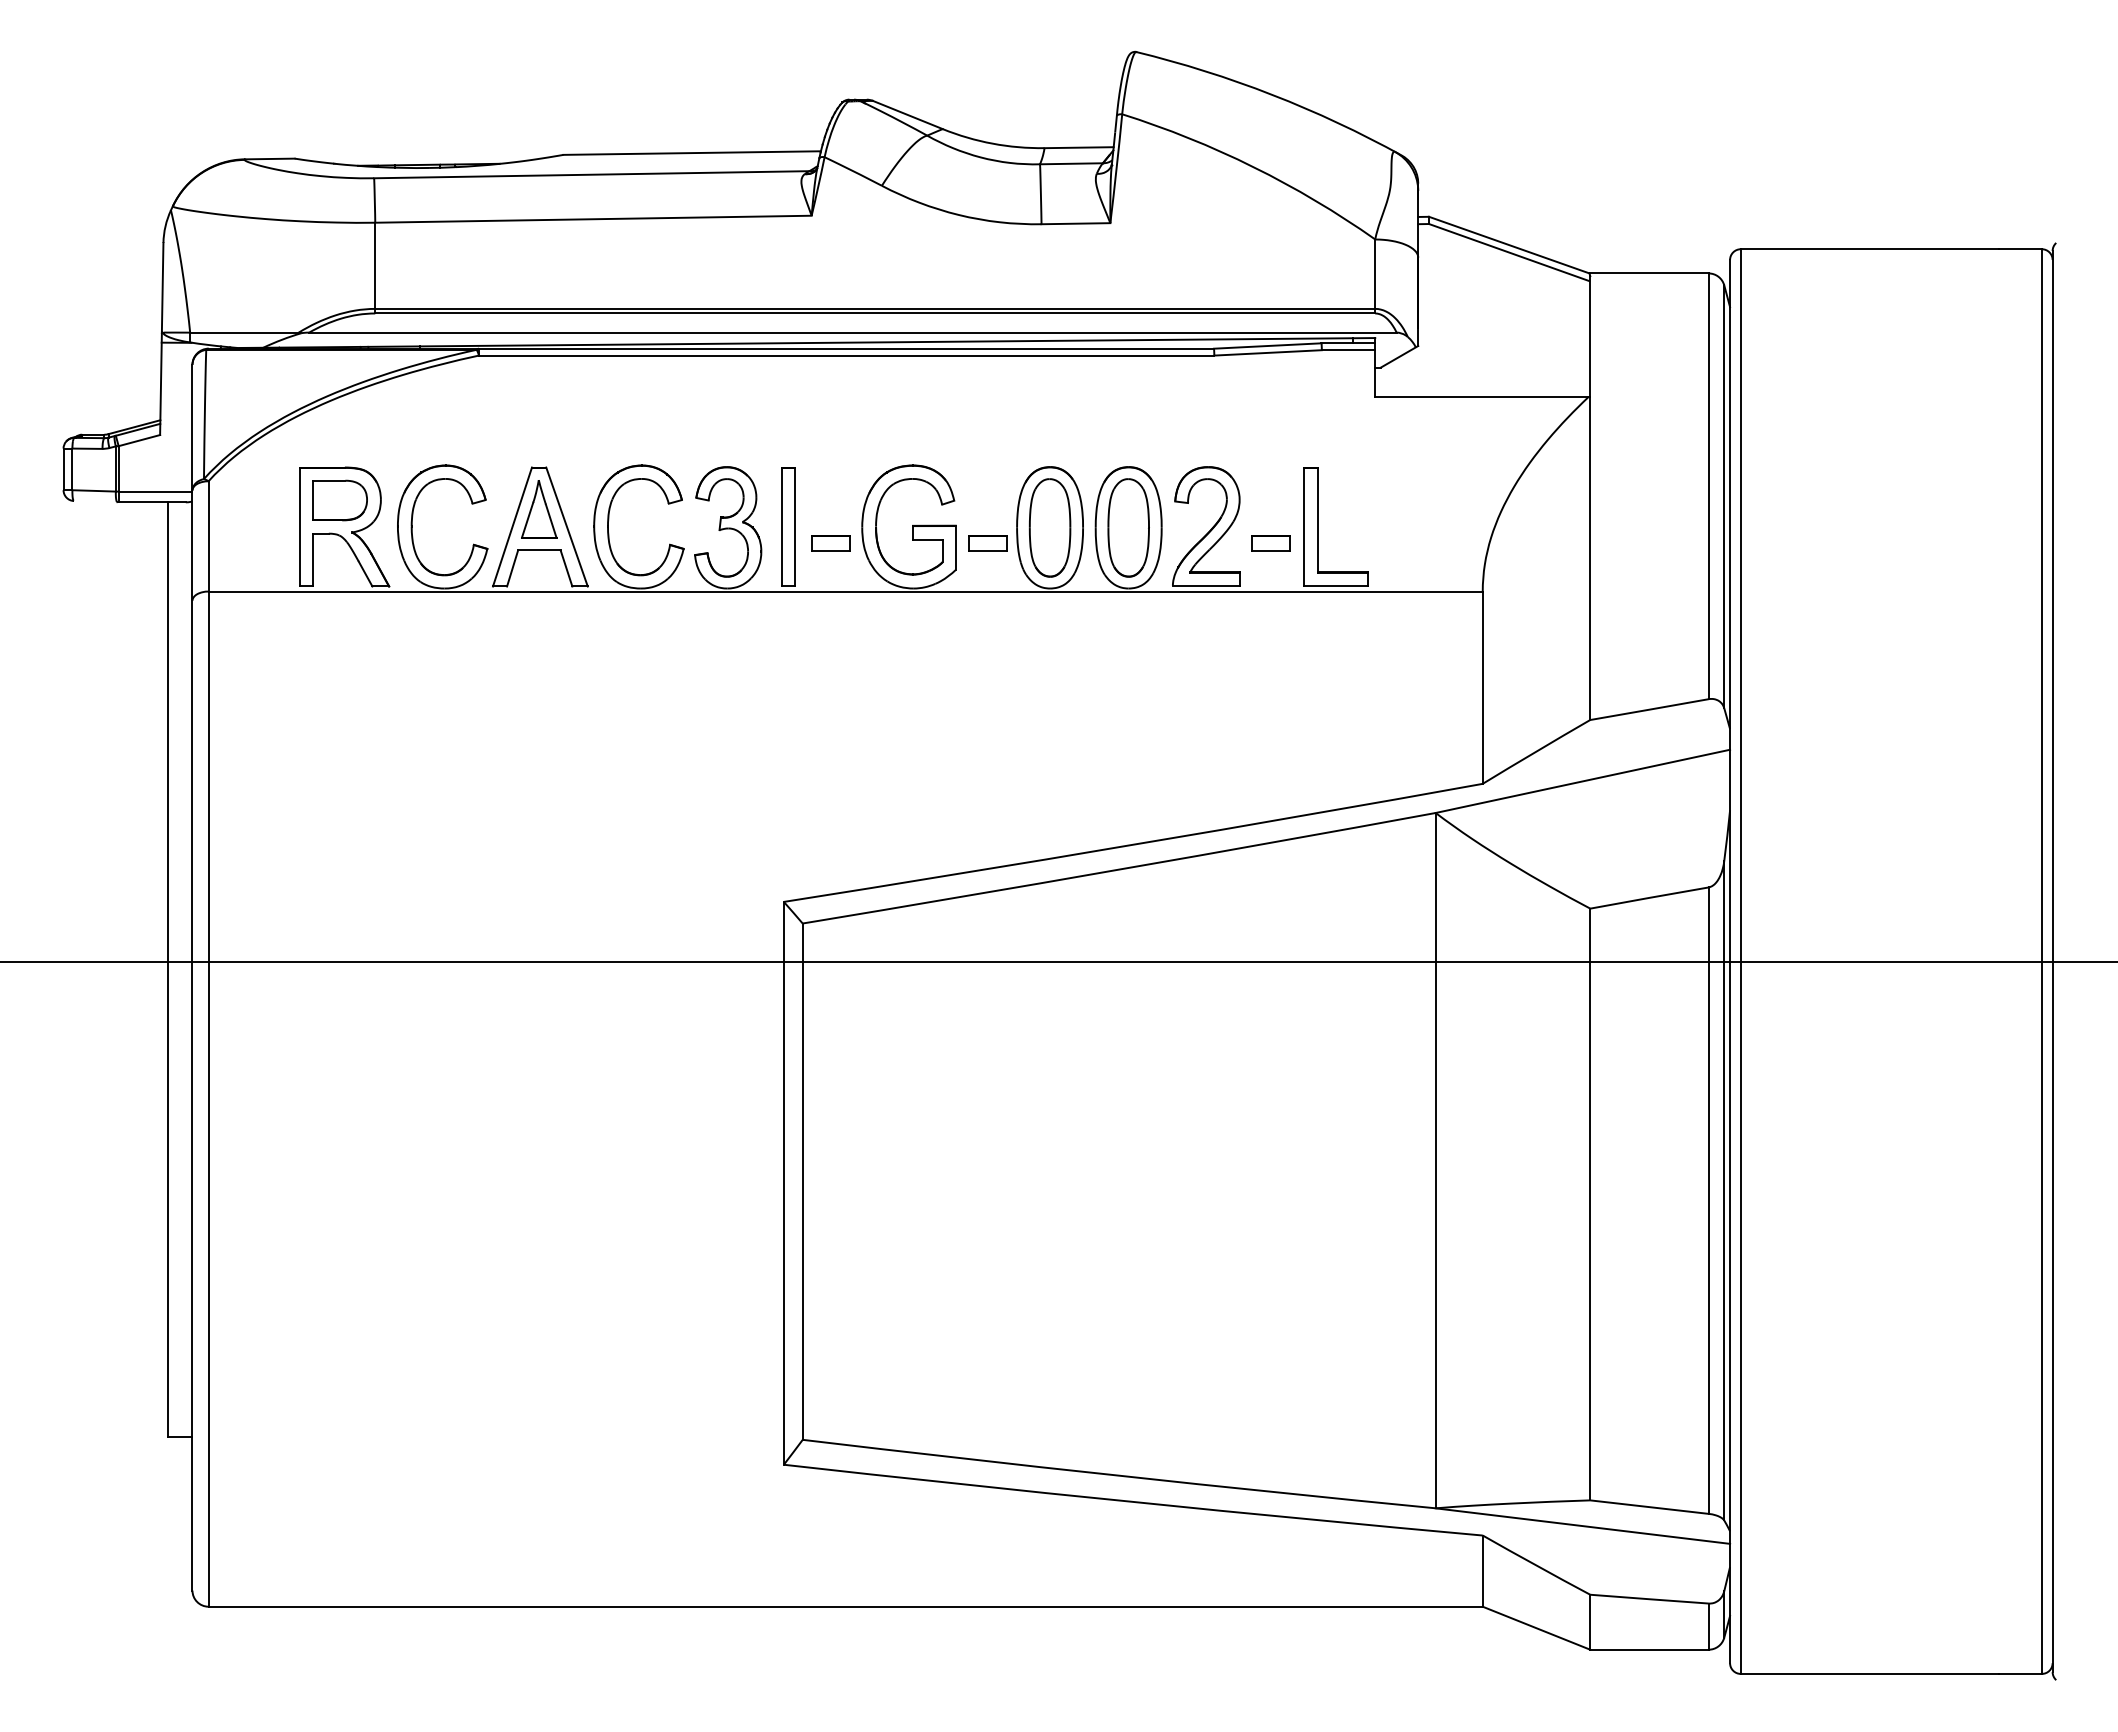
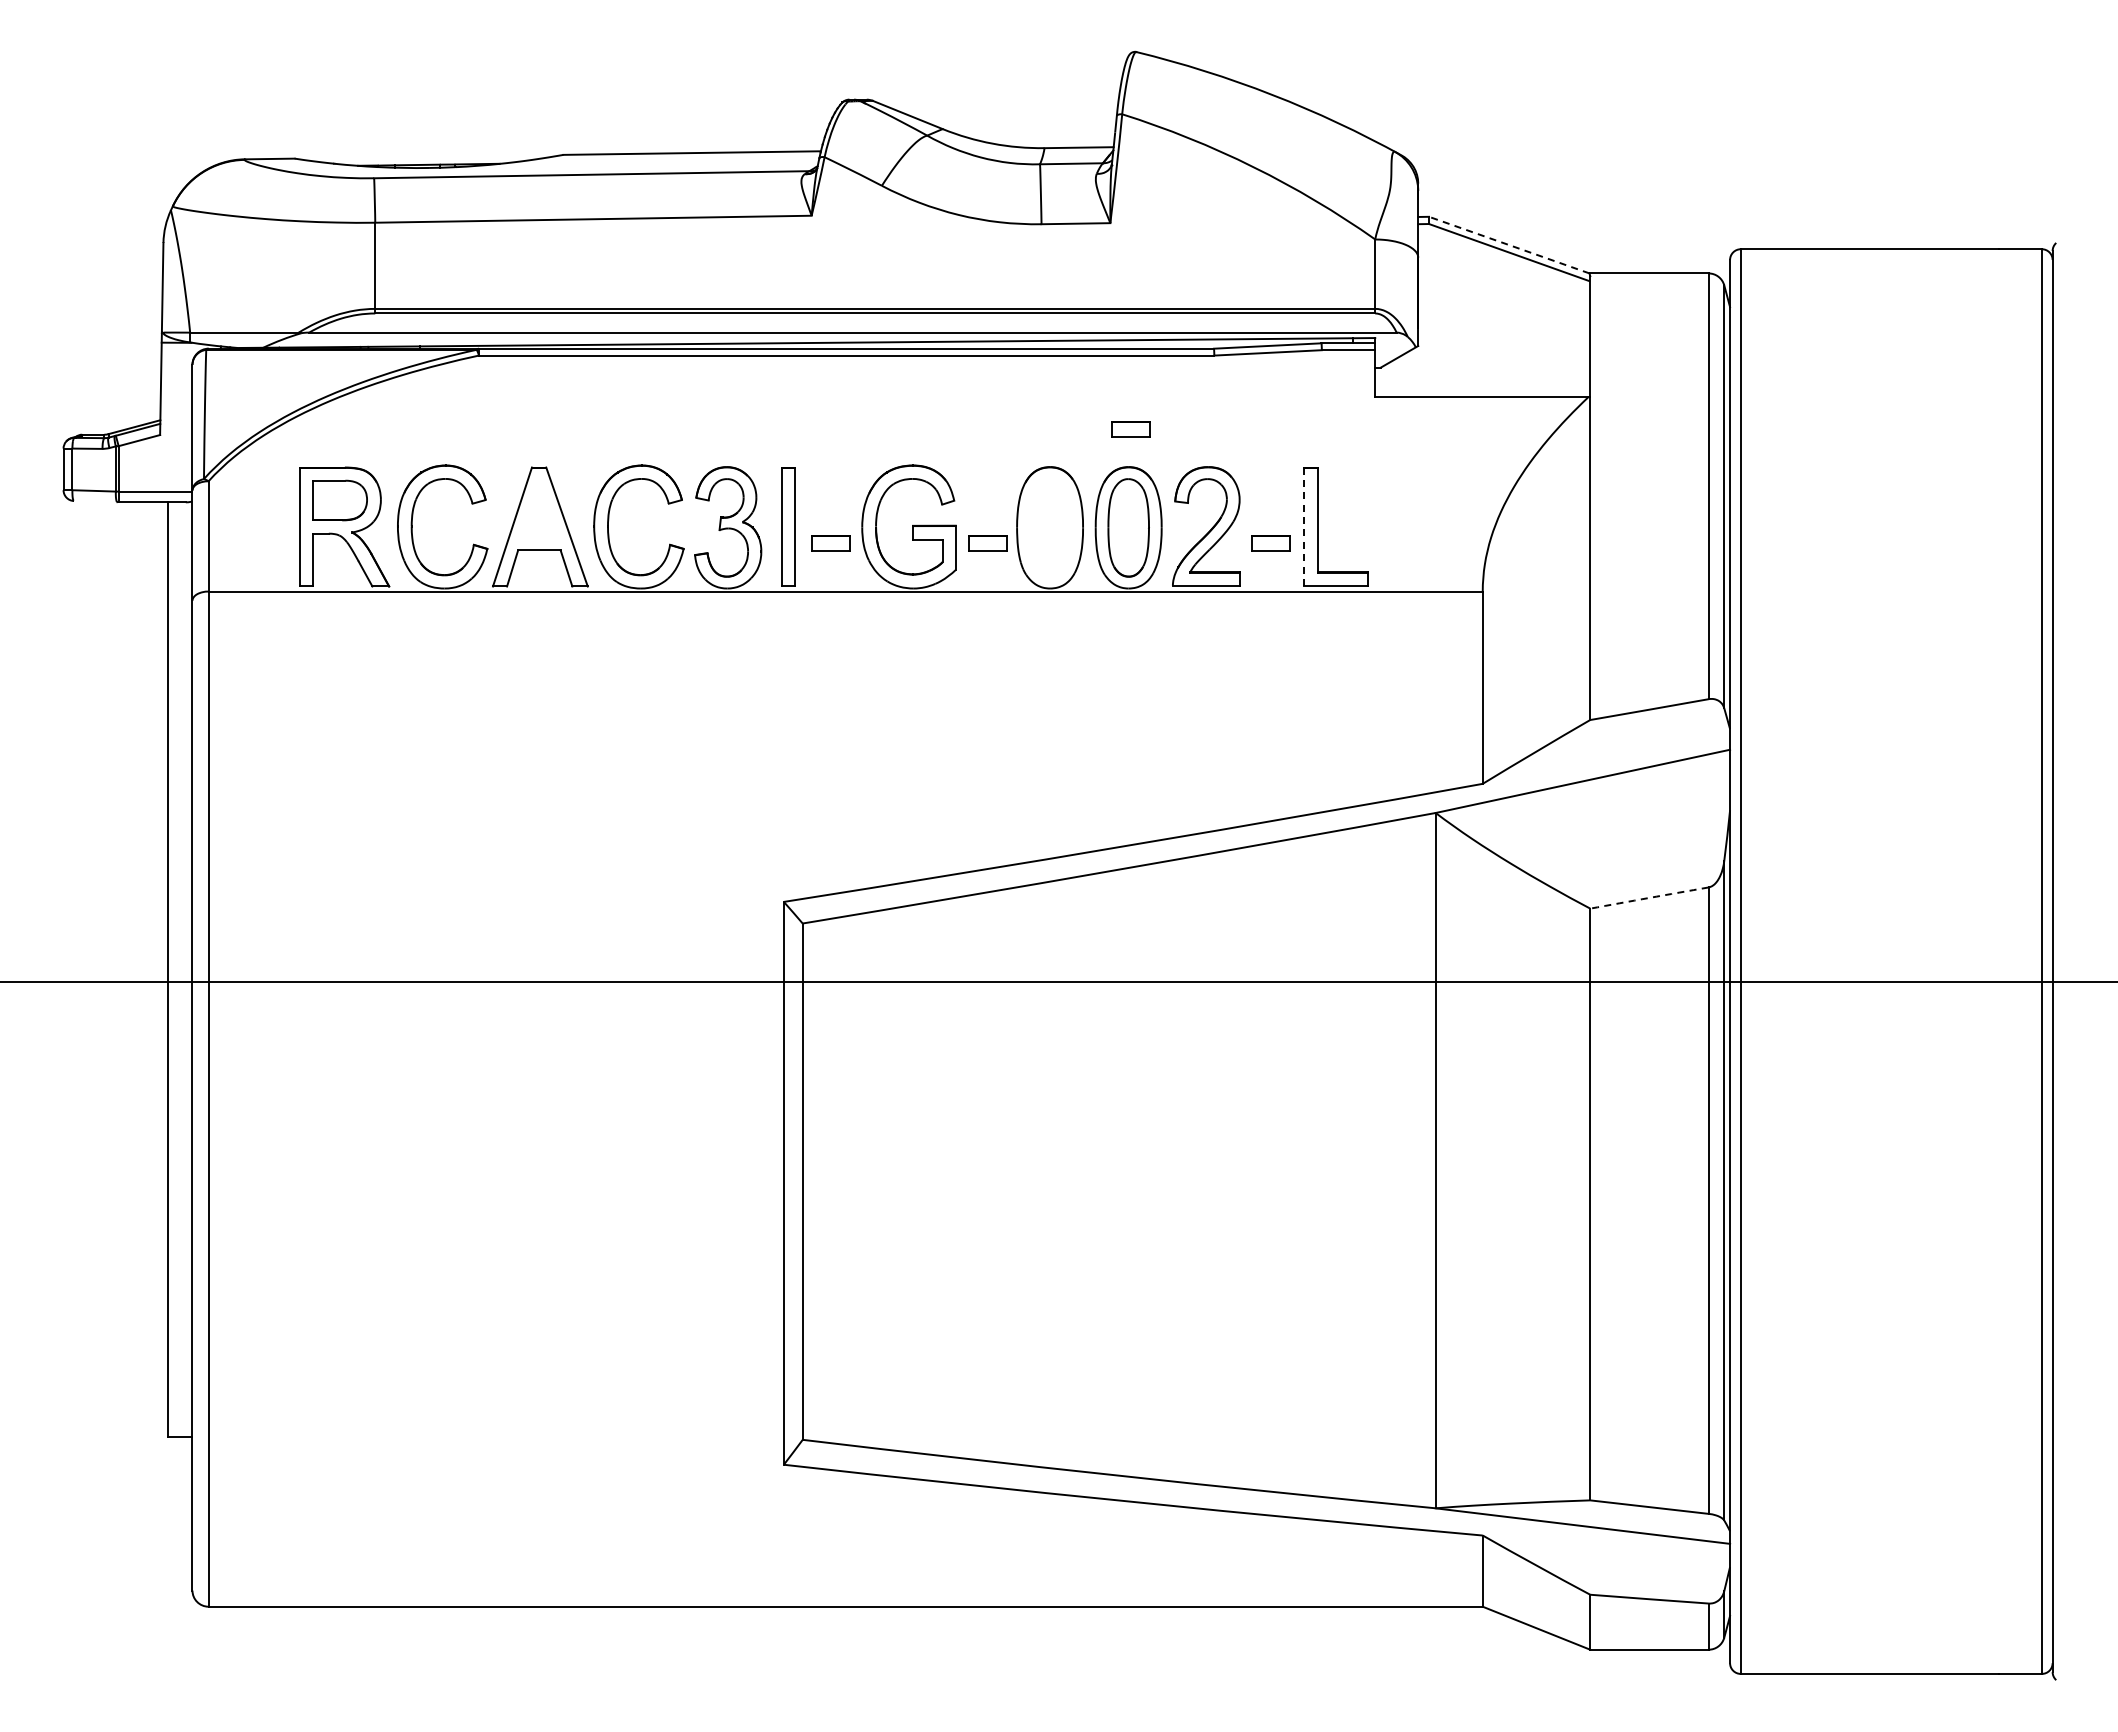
line at (1508, 244): solid -> dashed
part at (1130, 429): none -> present
part at (539, 509): present -> none
part at (1049, 527): present -> none
line at (1304, 527): solid -> dashed
arc at (1649, 897): solid -> dashed
line at (1058, 961) position: (1058, 961) -> (1058, 981)
